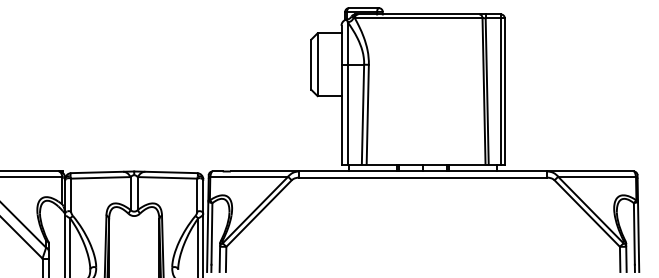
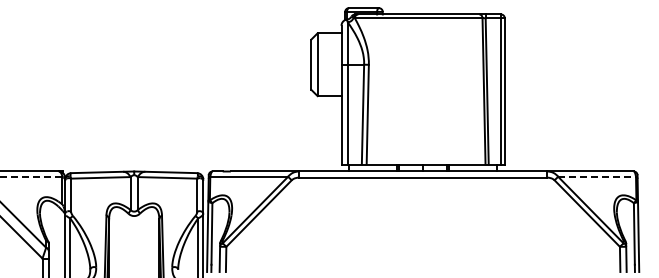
line at (30, 176): solid -> dashed
line at (597, 176): solid -> dashed
